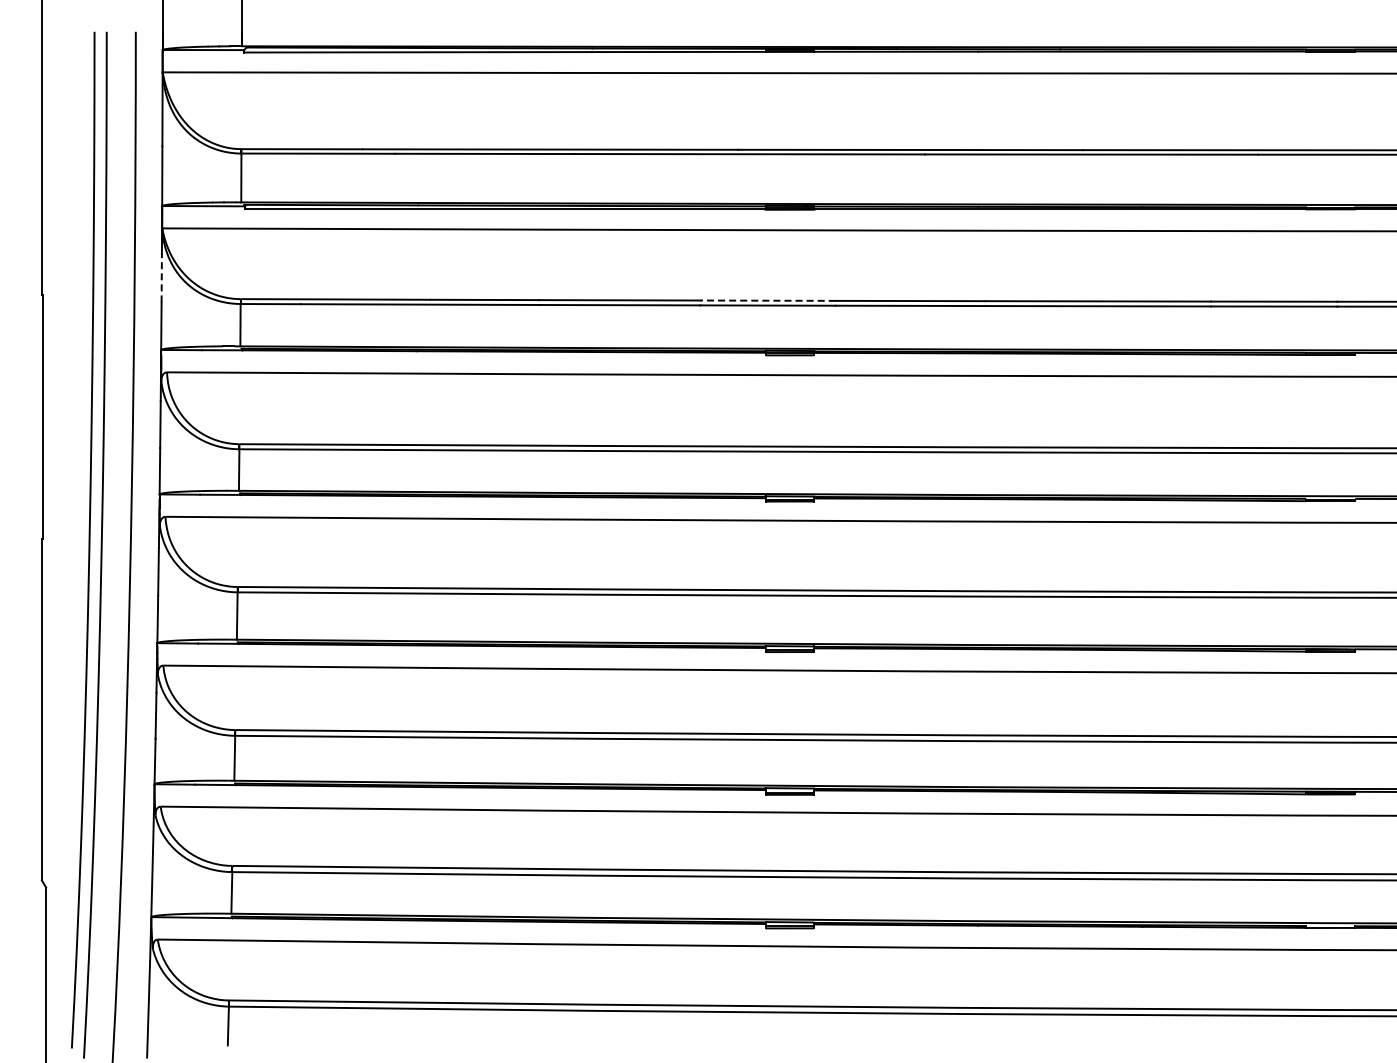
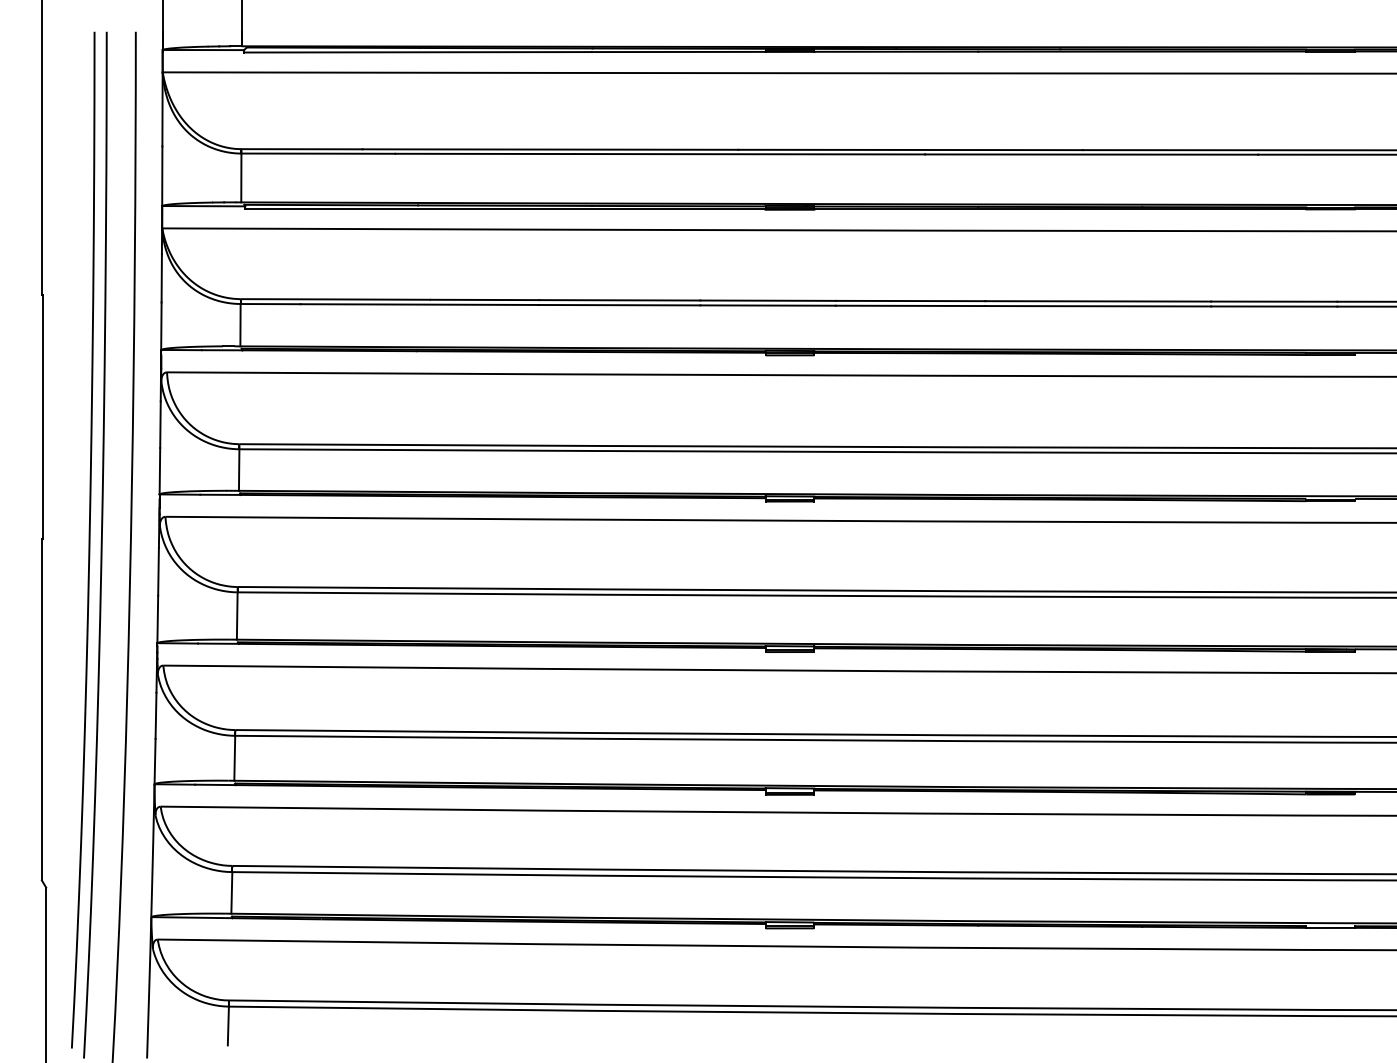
line at (161, 277): dashed -> solid
line at (768, 300): dashed -> solid
